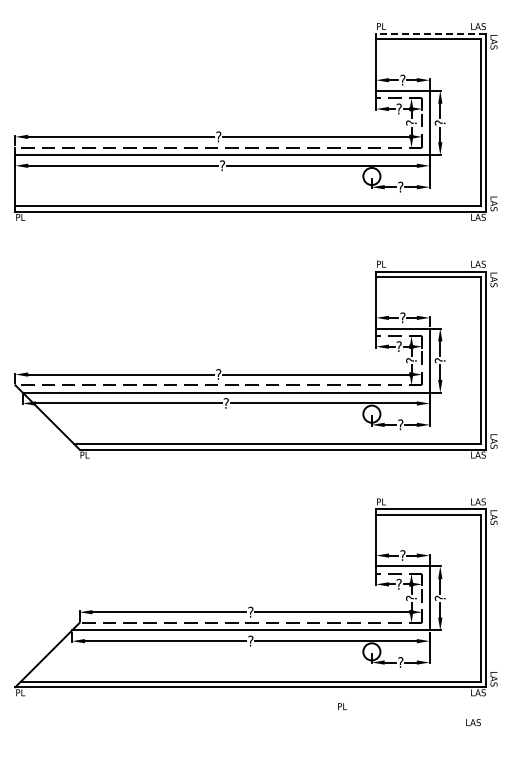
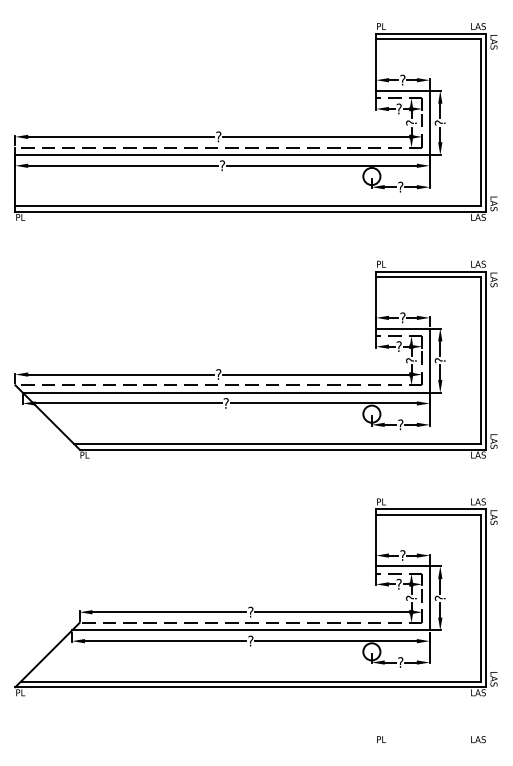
line at (430, 34): dashed -> solid
text at (342, 706) position: (342, 706) -> (381, 739)
text at (473, 722) position: (473, 722) -> (478, 739)
